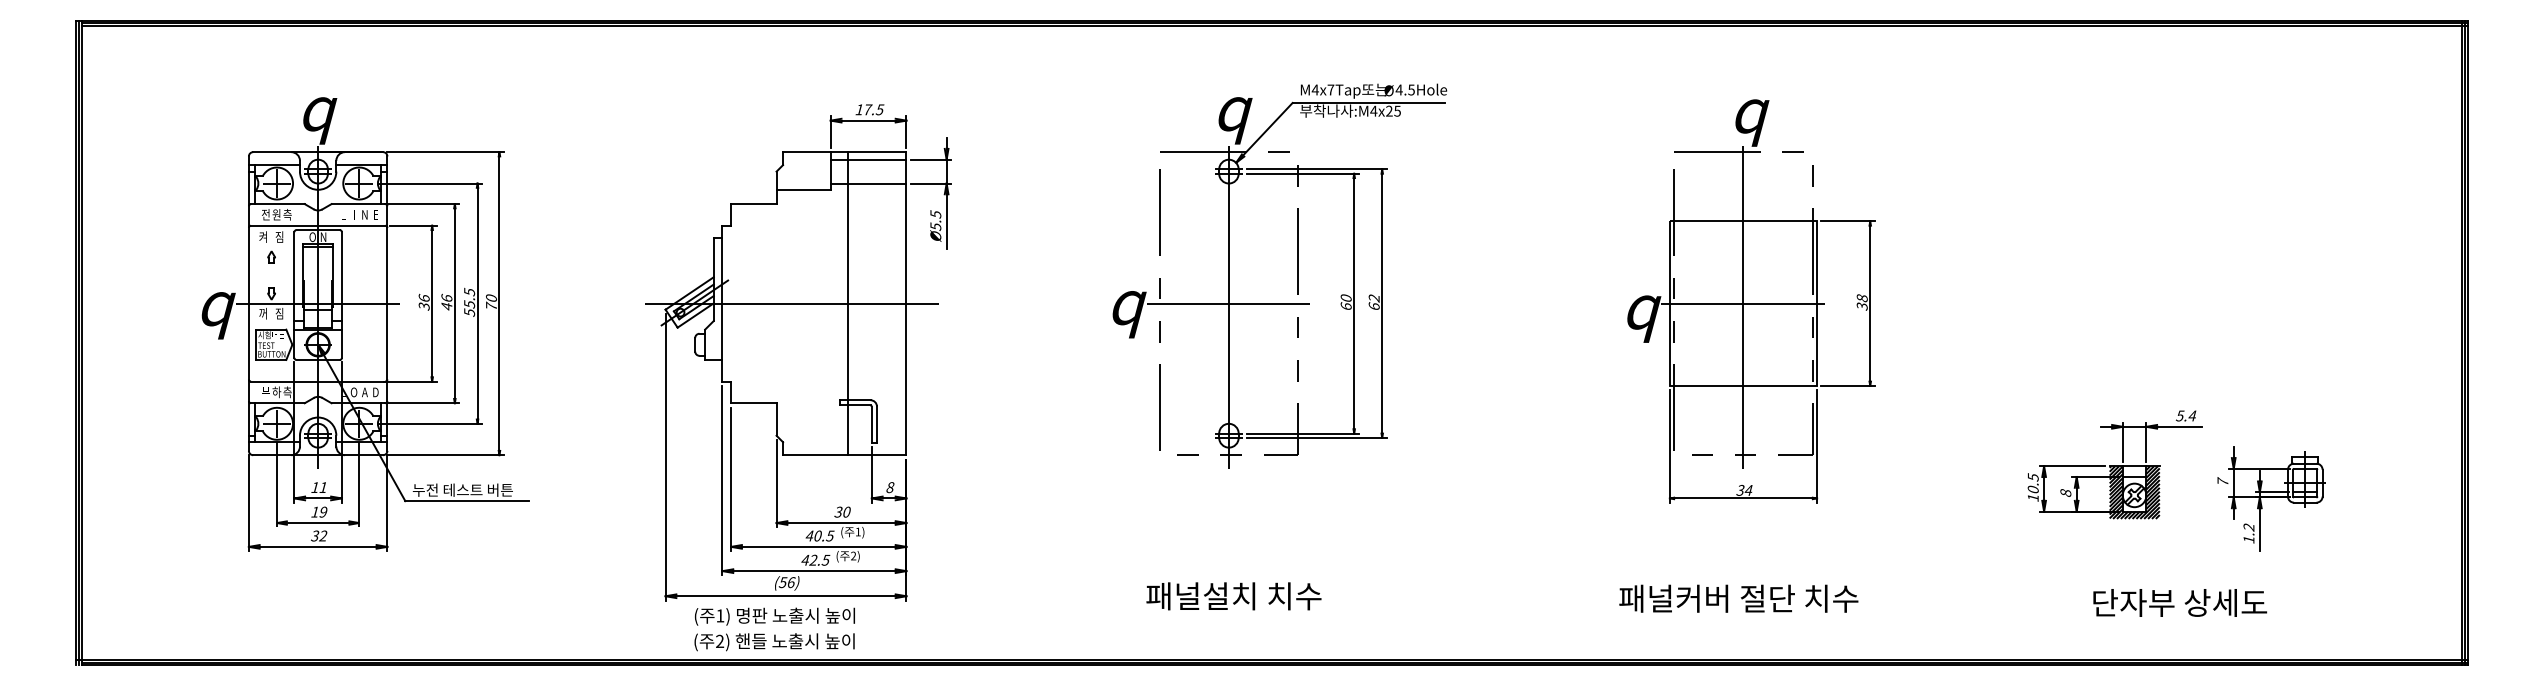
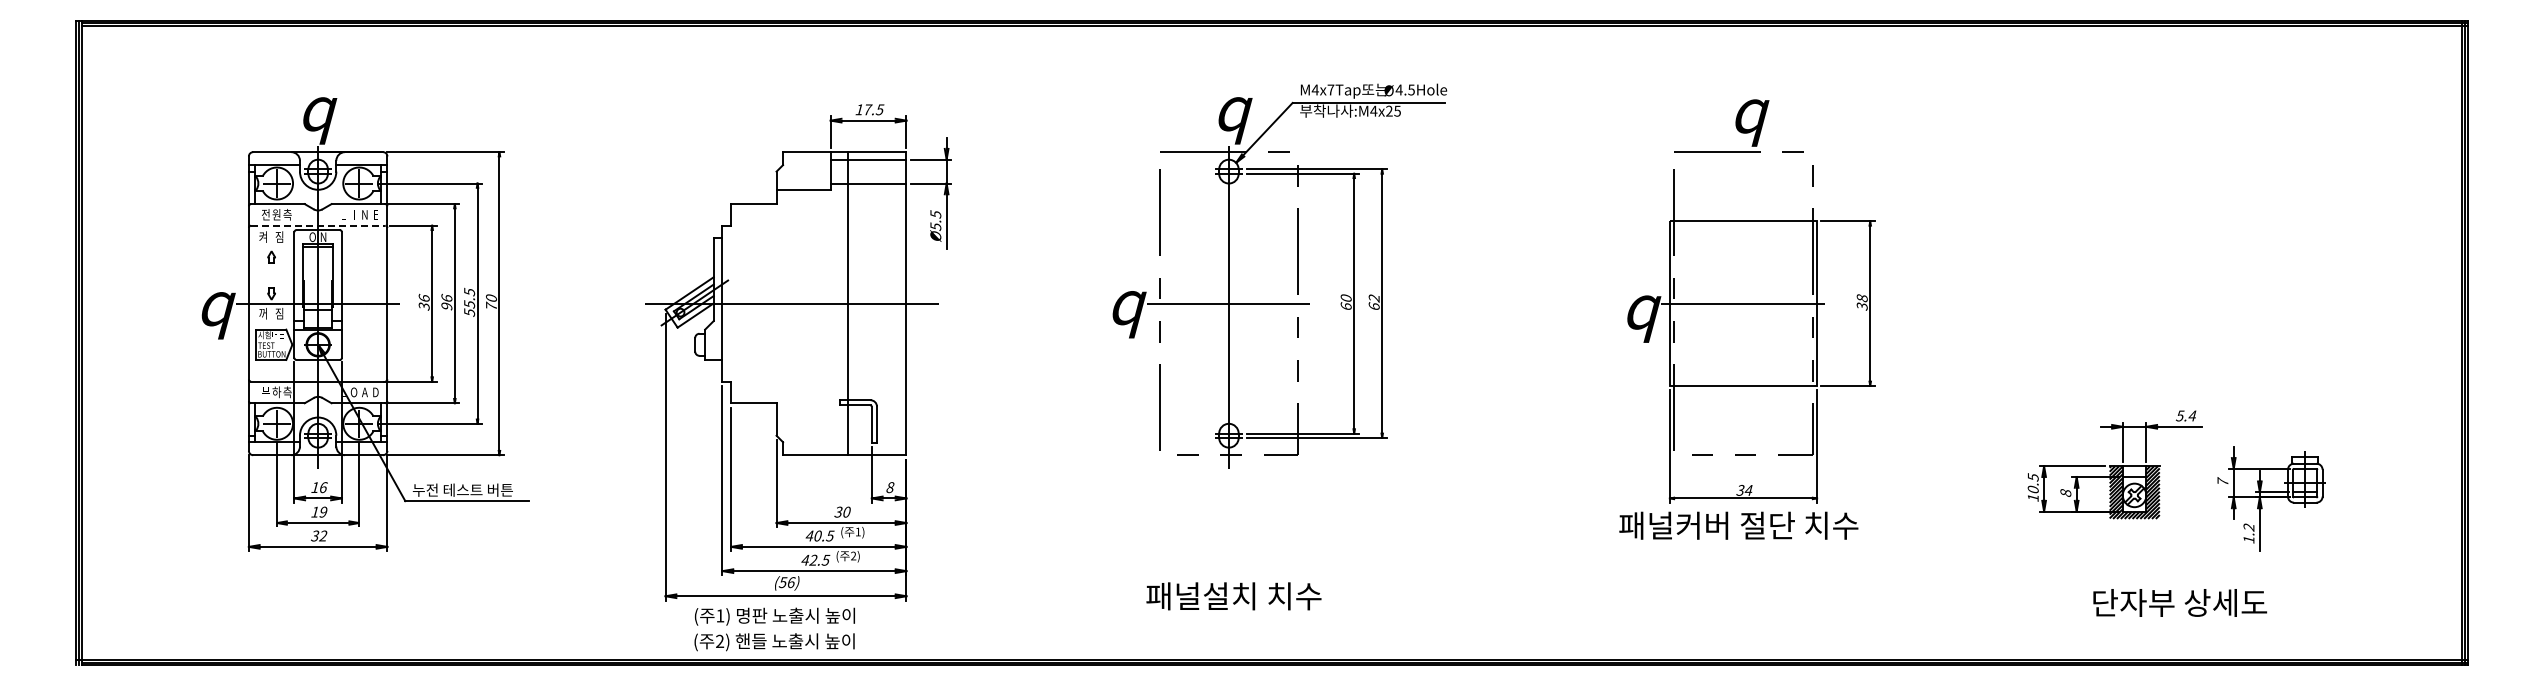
line at (318, 225): solid -> dashed
text at (446, 306): 46 -> 96
line at (1743, 307): present -> none
text at (323, 487): 11 -> 16
text at (1738, 598) position: (1738, 598) -> (1738, 525)
